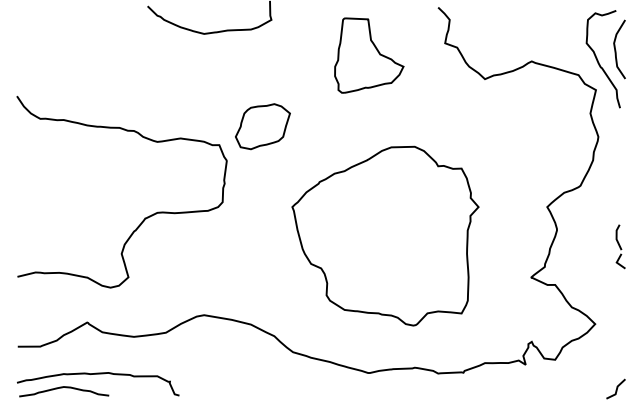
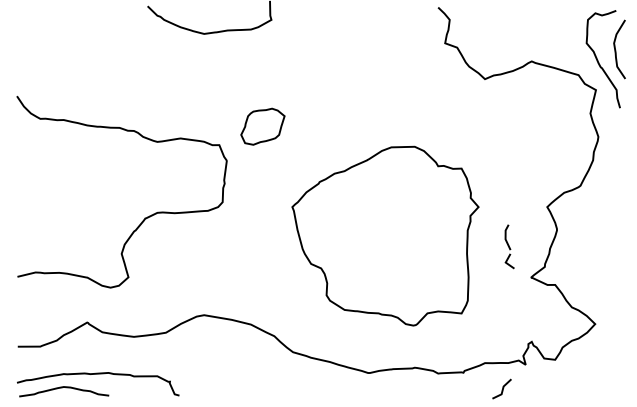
part at (369, 55): present -> none
part at (262, 126) size: 56x48 px -> 46x39 px
part at (620, 246) position: (620, 246) -> (509, 246)
line at (616, 388) position: (616, 388) -> (502, 388)
